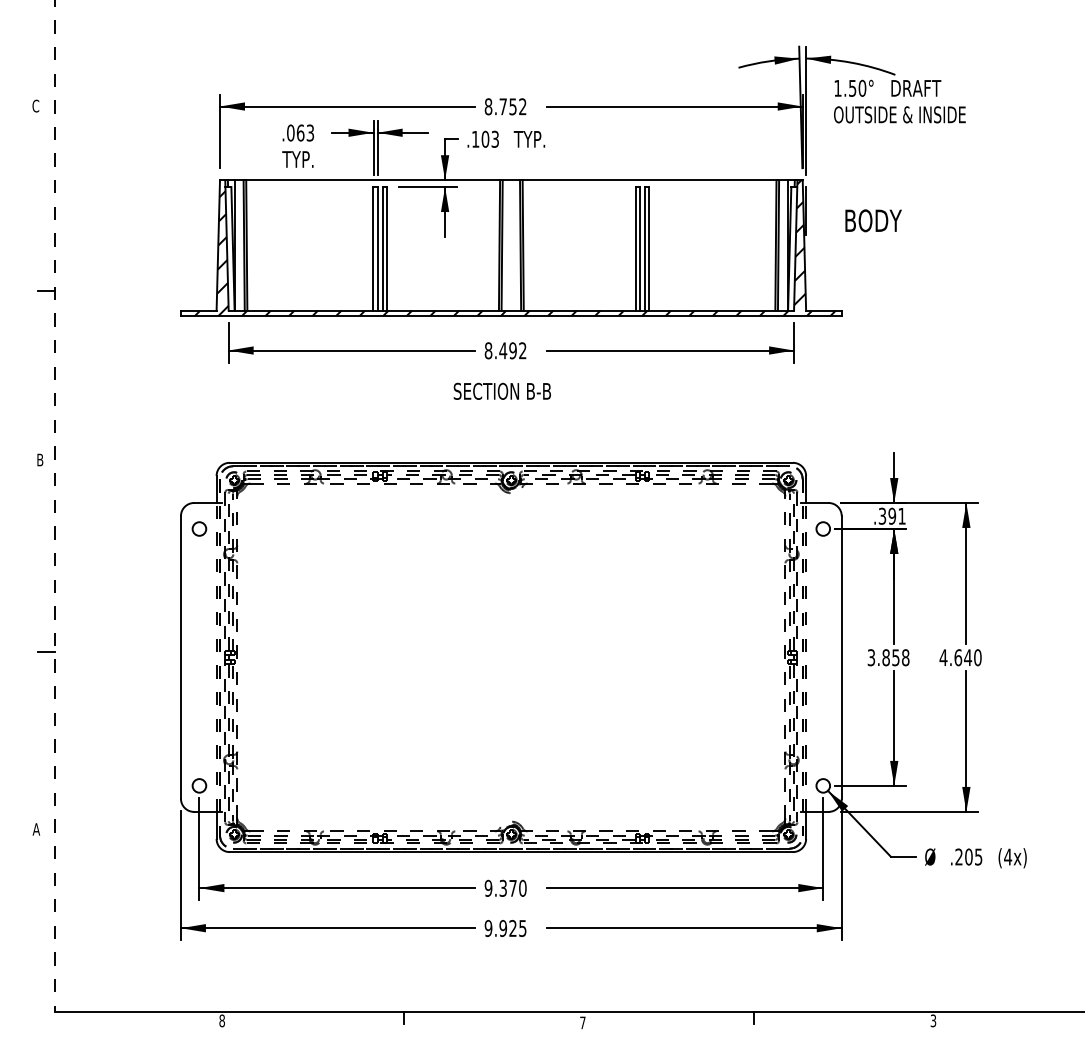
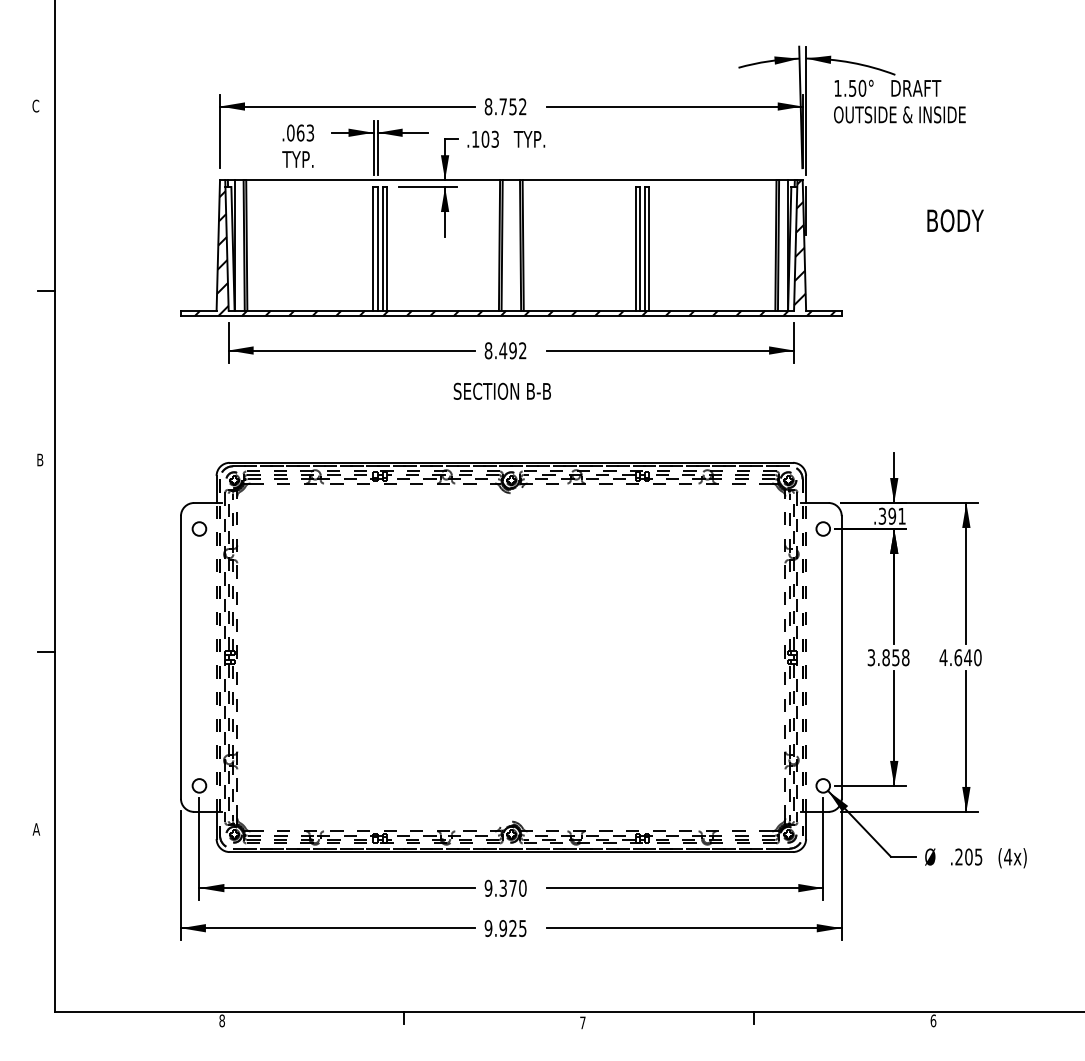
text at (873, 220) position: (873, 220) -> (955, 220)
line at (54, 506): dashed -> solid
text at (933, 1020): 3 -> 6
